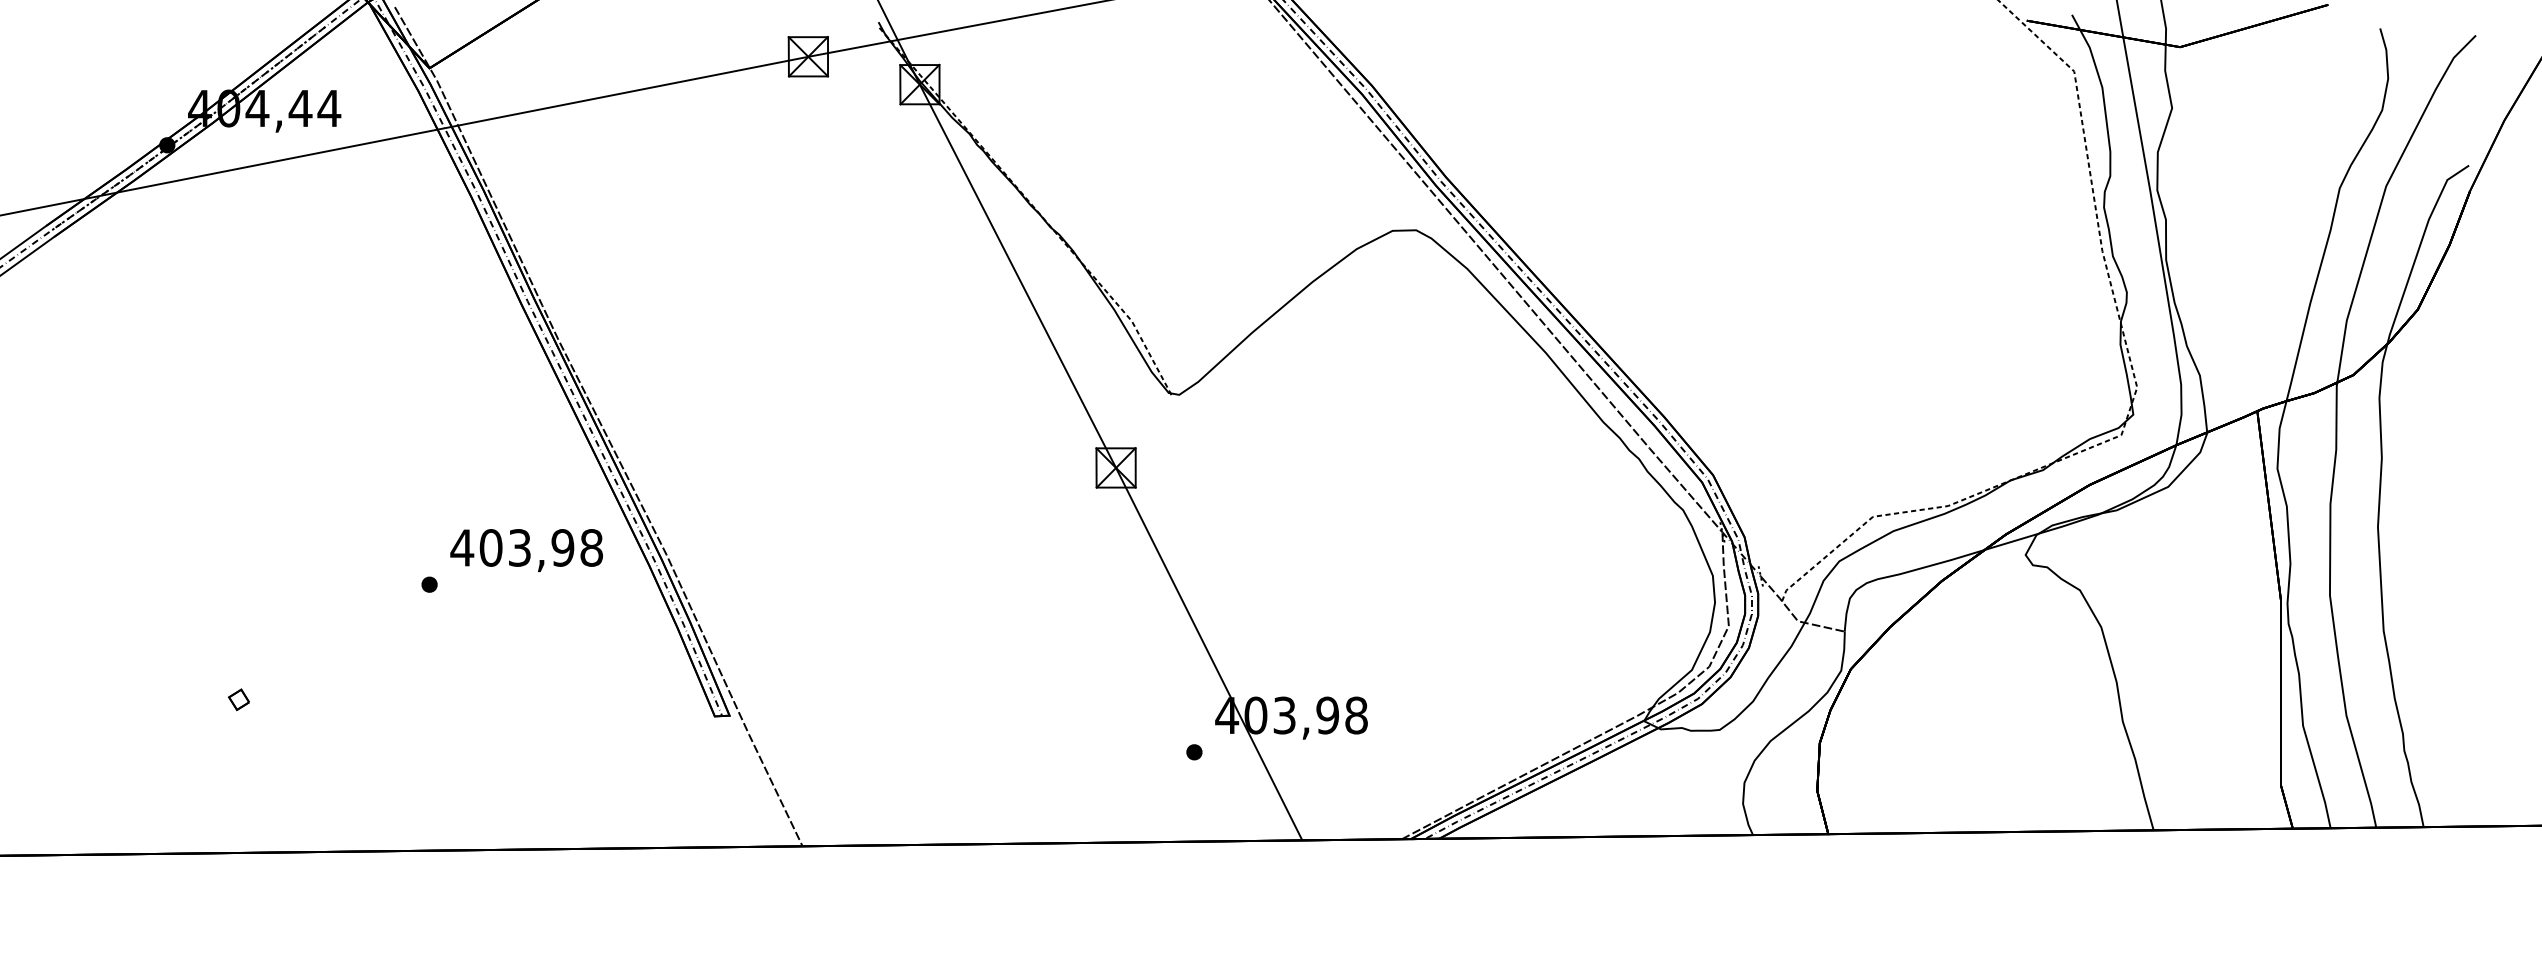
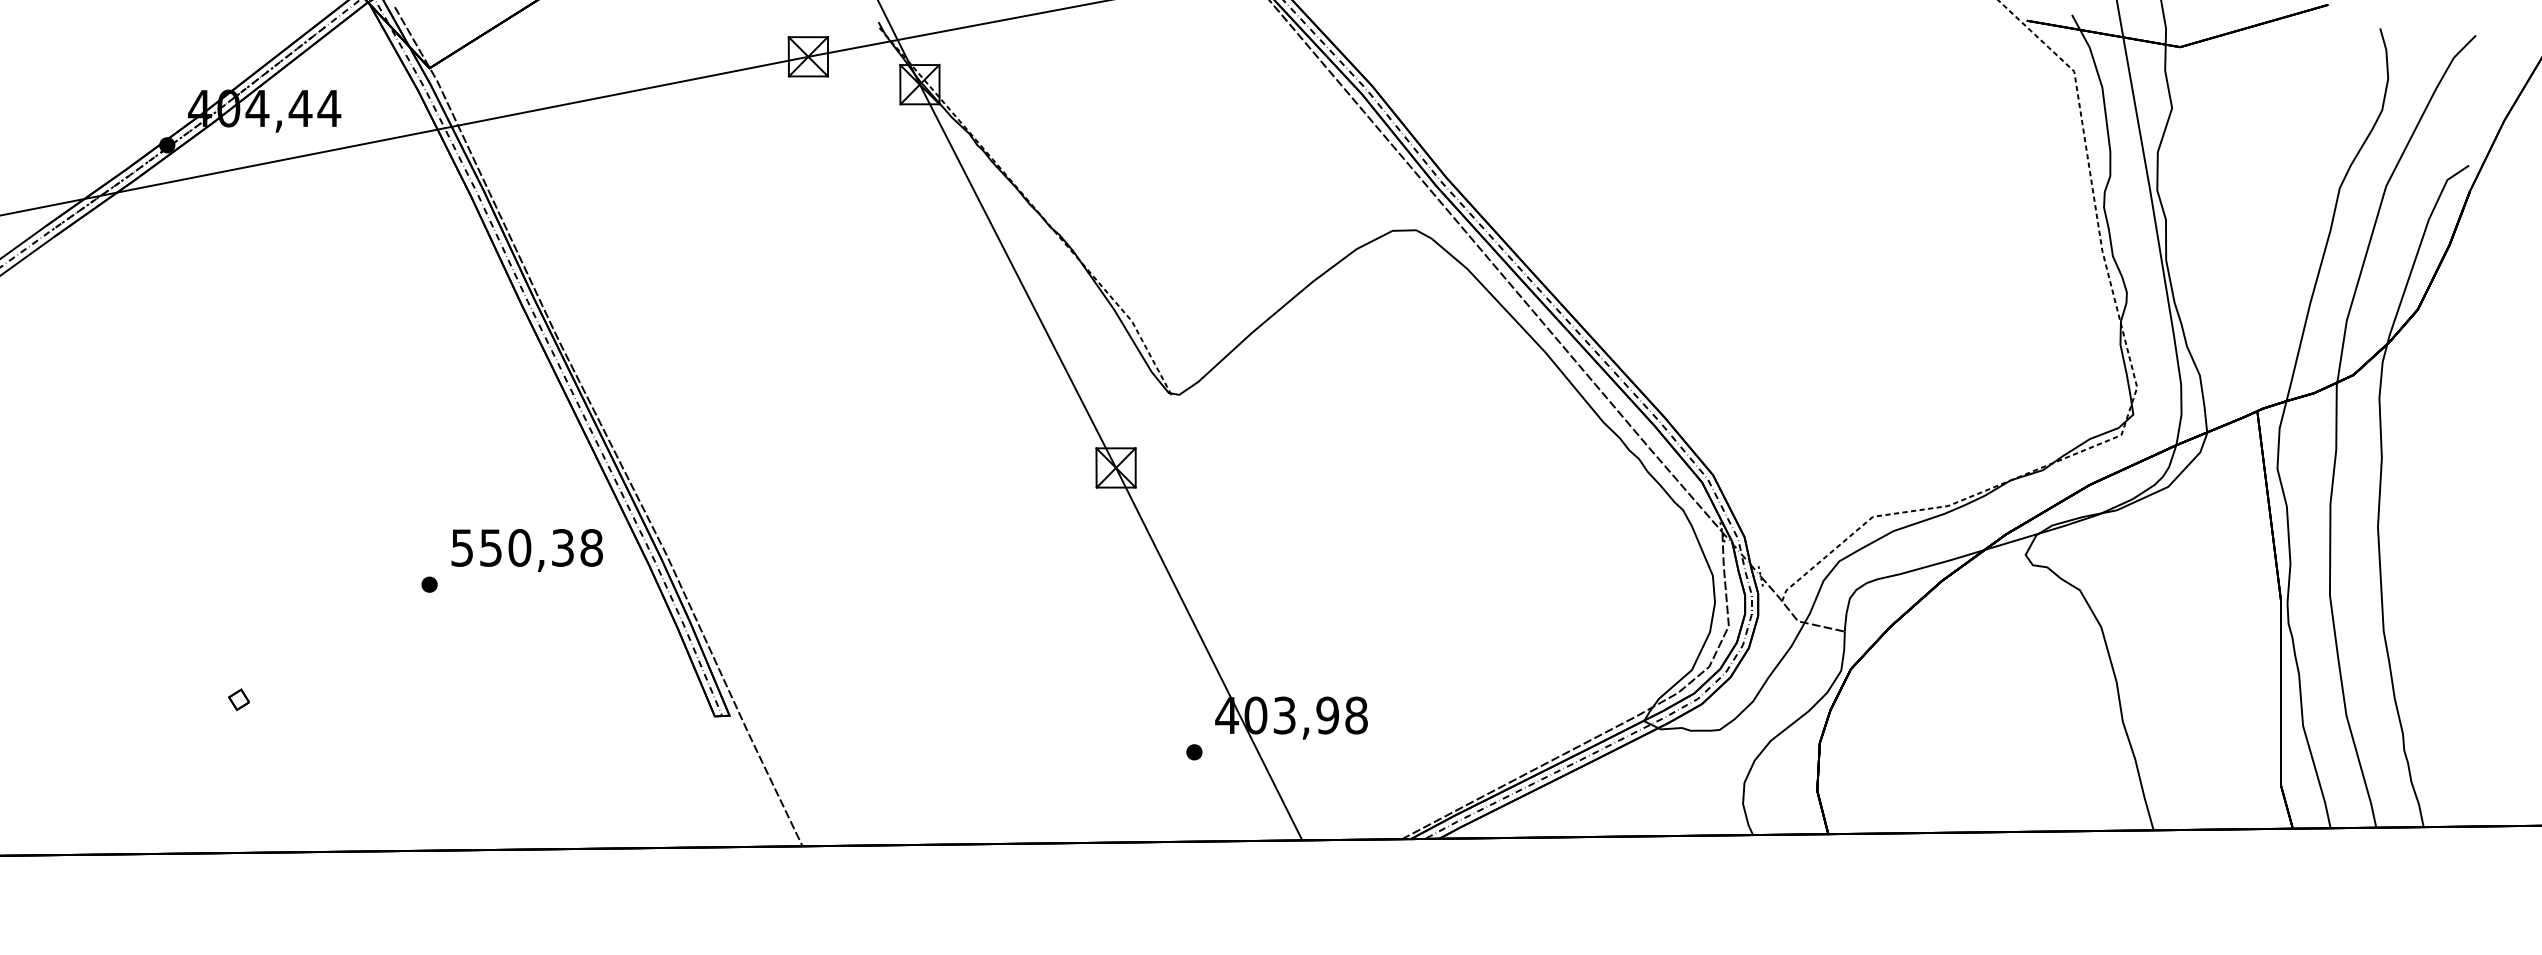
text at (512, 547): 403,98 -> 550,38
